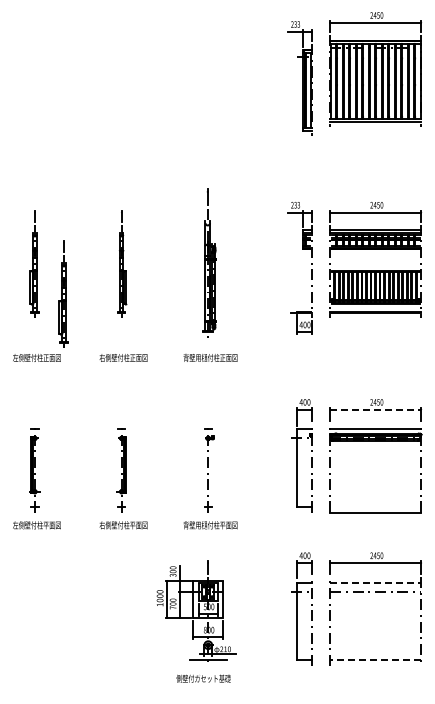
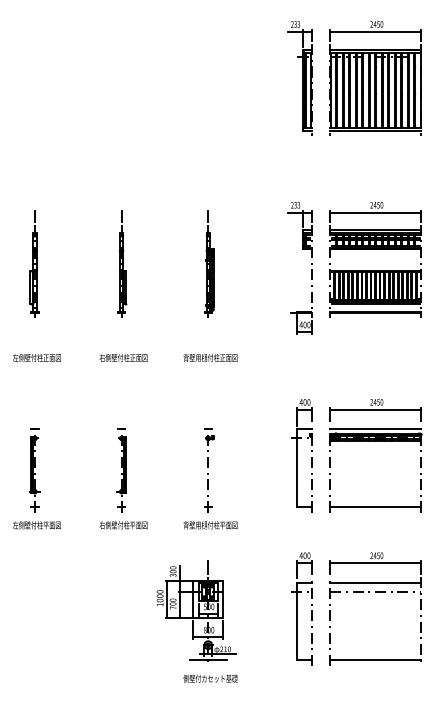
part at (375, 69) position: (375, 69) -> (375, 78)
part at (209, 262) size: 15x150 px -> 11x108 px
part at (63, 293): present -> none
line at (375, 409): dashed -> solid
line at (375, 513) position: (375, 513) -> (375, 507)
line at (375, 582): dashed -> solid
line at (375, 660): dashed -> solid
text at (203, 678) position: (203, 678) -> (210, 678)
